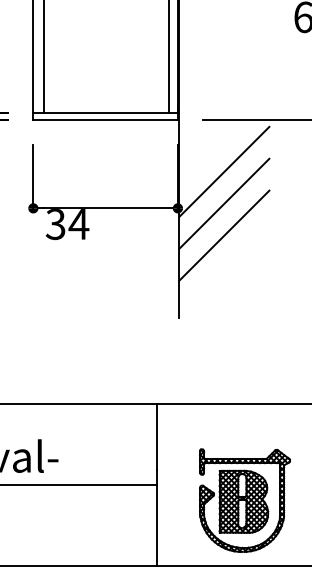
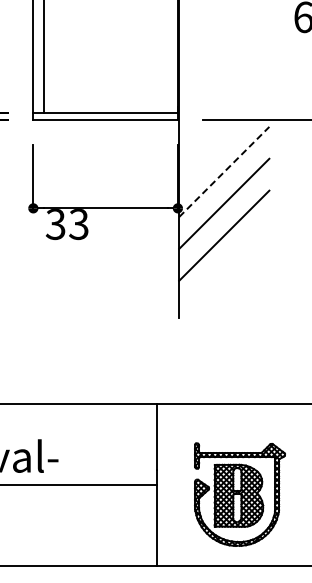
line at (169, 57): present -> none
line at (224, 172): solid -> dashed
text at (78, 224): 34 -> 33
part at (244, 500) position: (244, 500) -> (239, 494)
